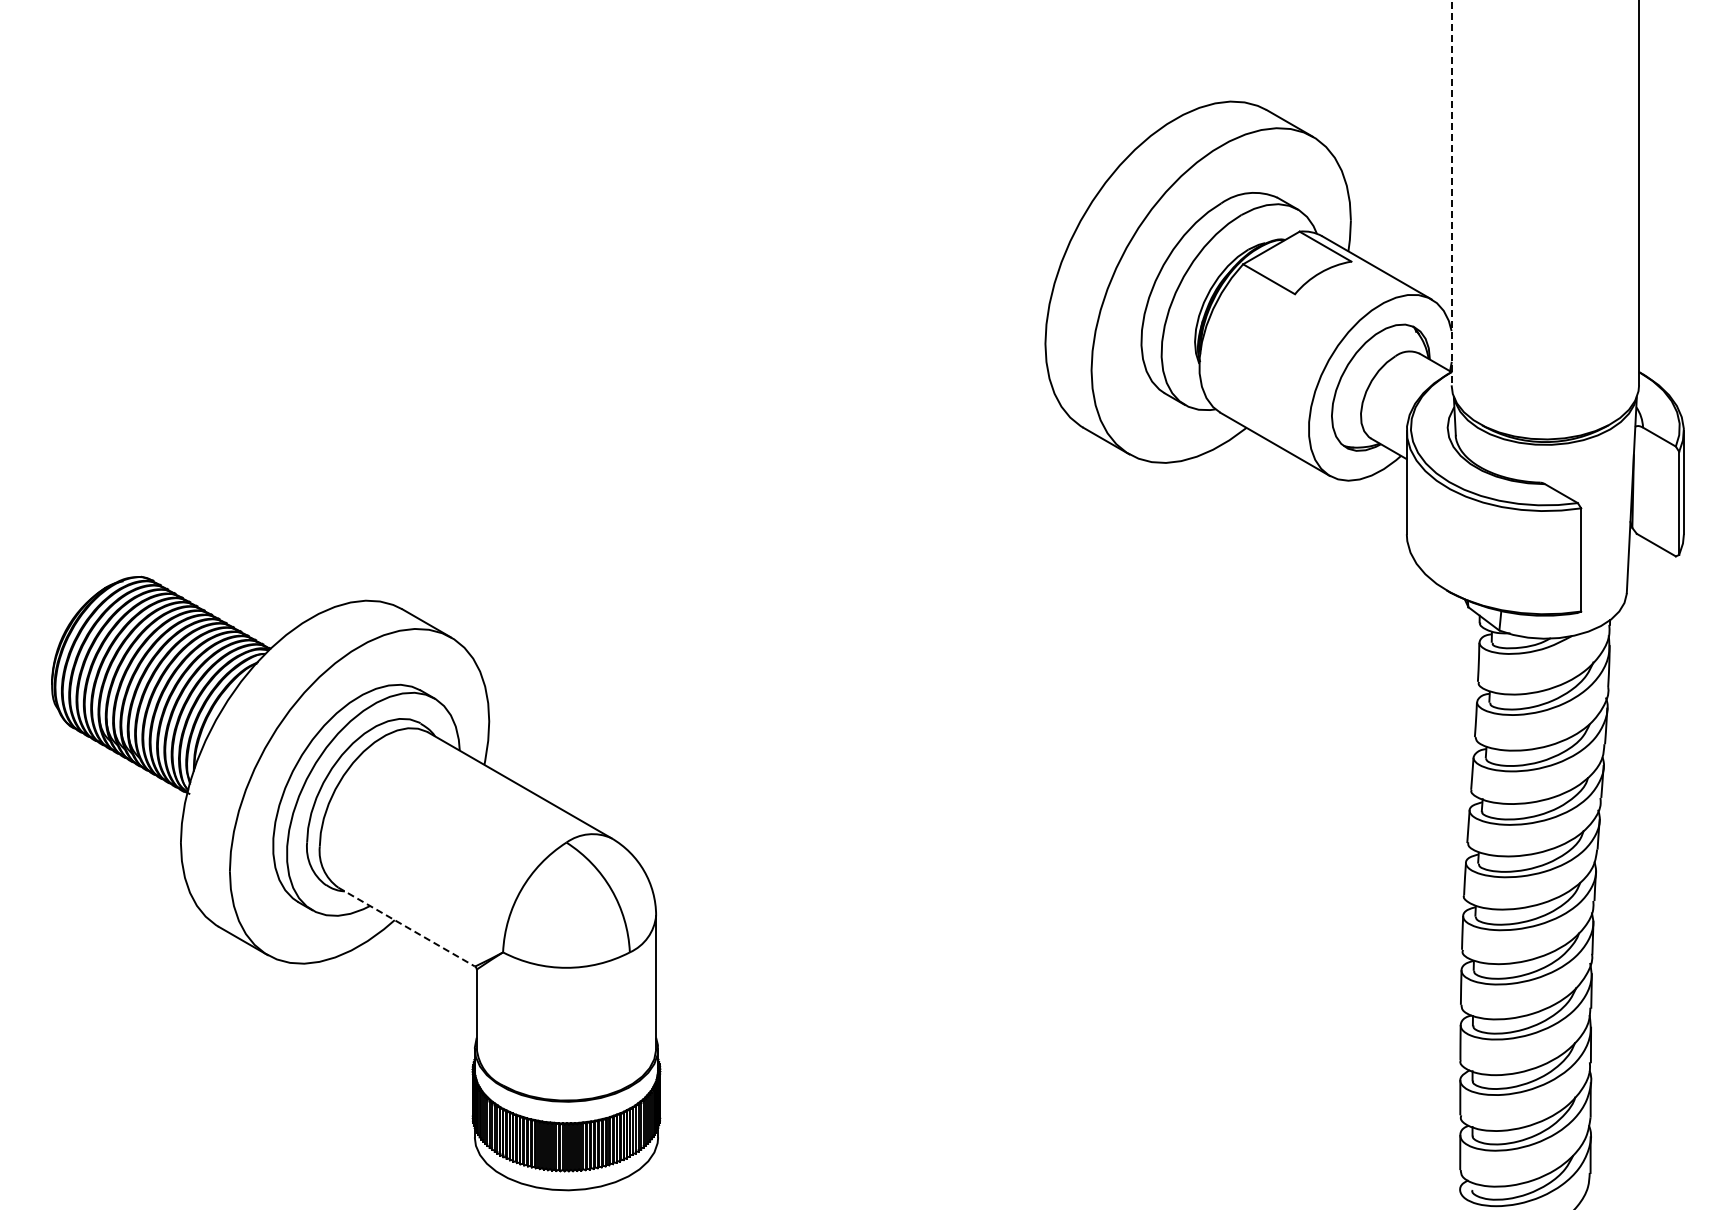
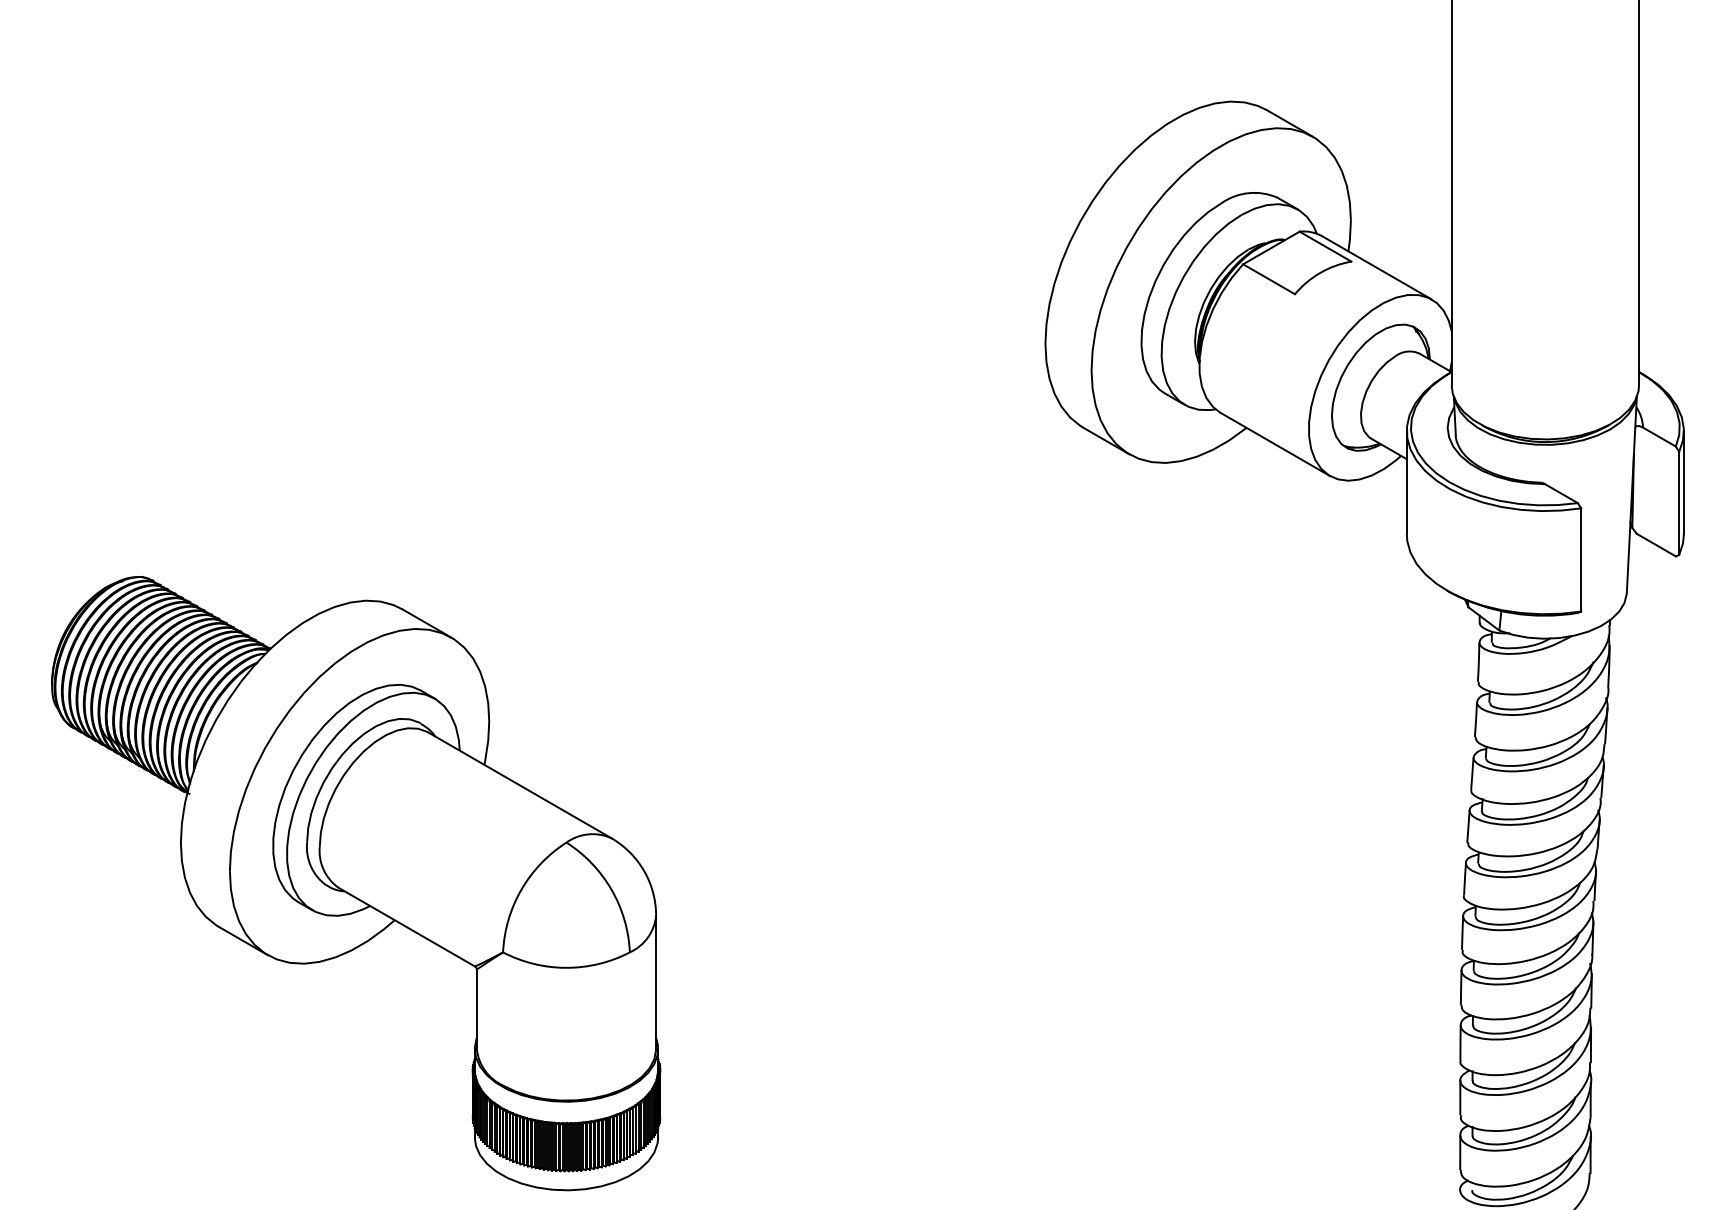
line at (1451, 193): dashed -> solid
line at (406, 927): dashed -> solid
